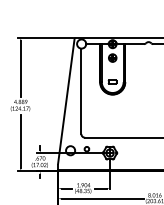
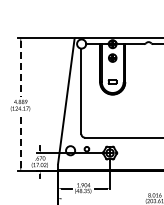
line at (20, 68): solid -> dashed
line at (20, 140): solid -> dashed
line at (102, 198): present -> none
